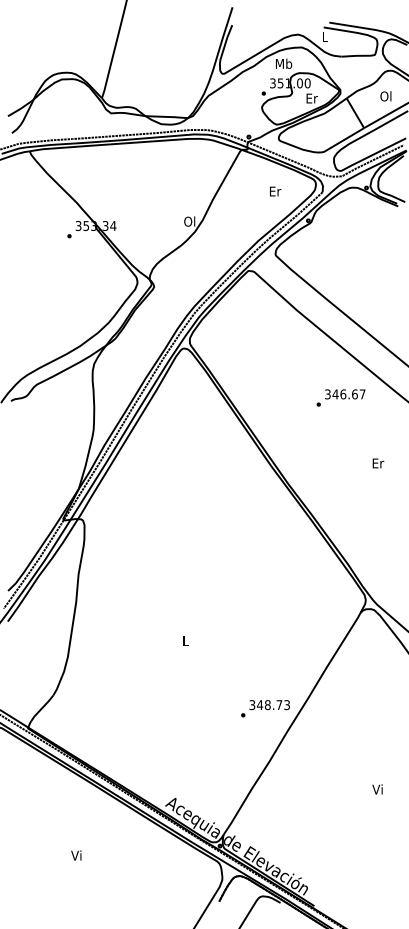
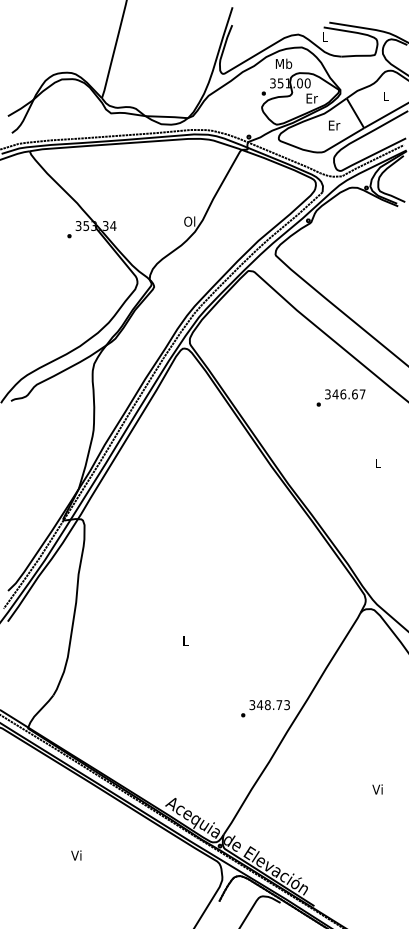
text at (385, 96): Ol -> L
text at (275, 191) position: (275, 191) -> (334, 125)
text at (378, 463): Er -> L
